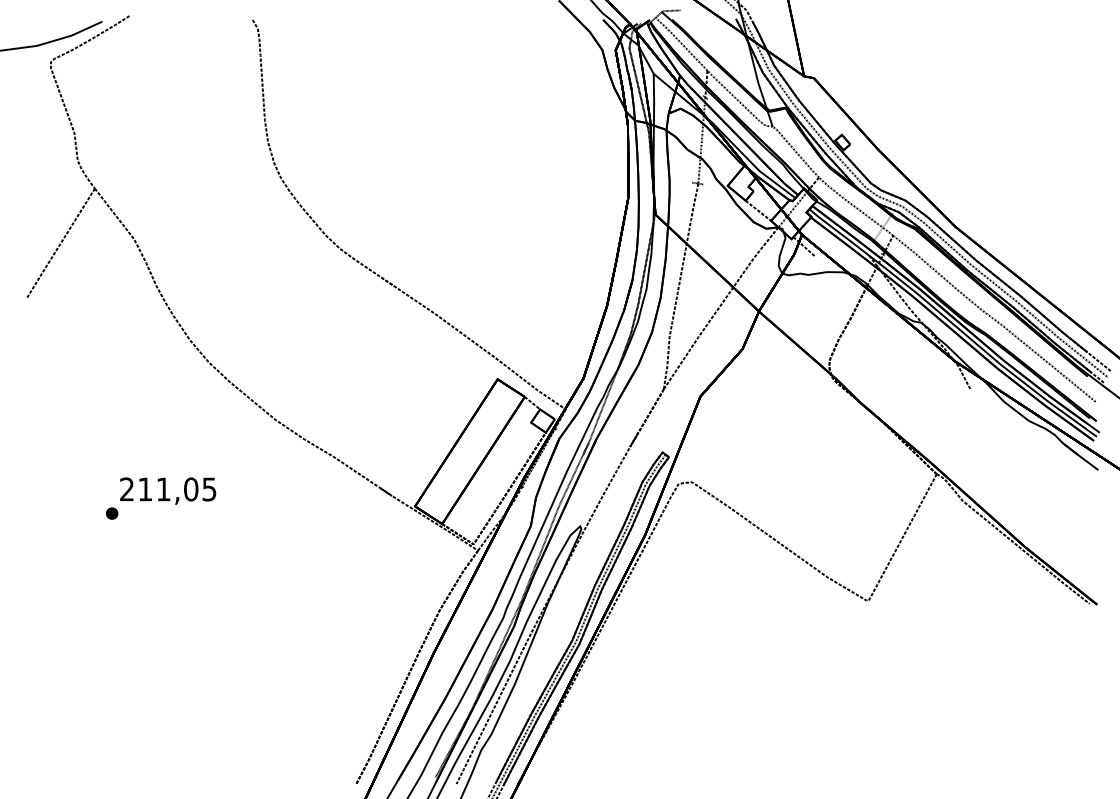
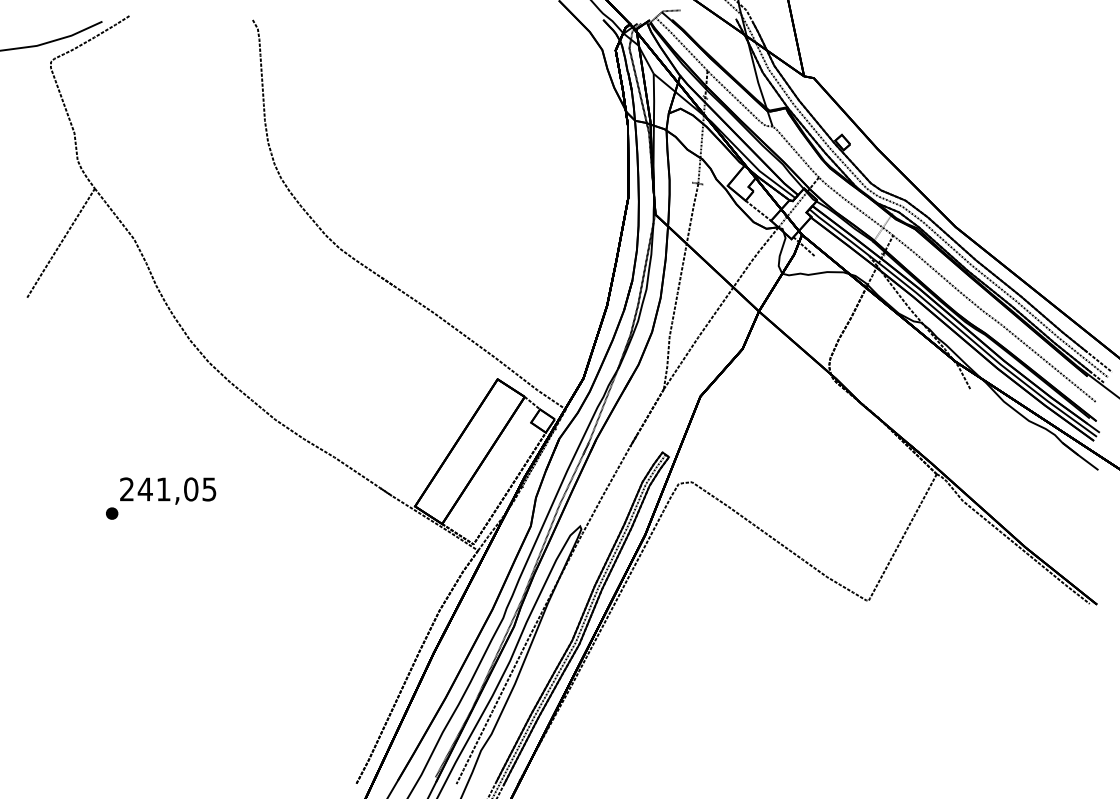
text at (144, 489): 211,05 -> 241,05
